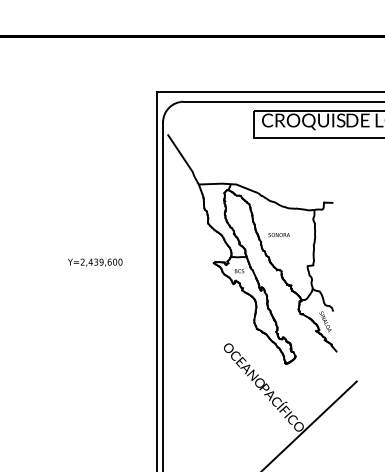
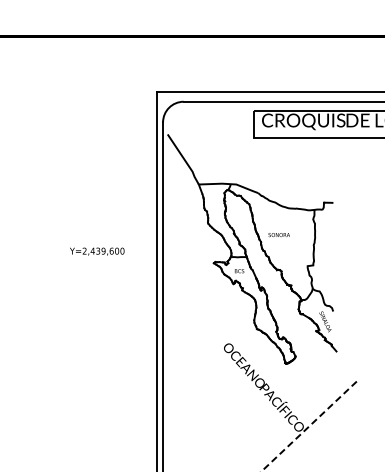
text at (95, 262) position: (95, 262) -> (97, 251)
line at (308, 426): solid -> dashed
